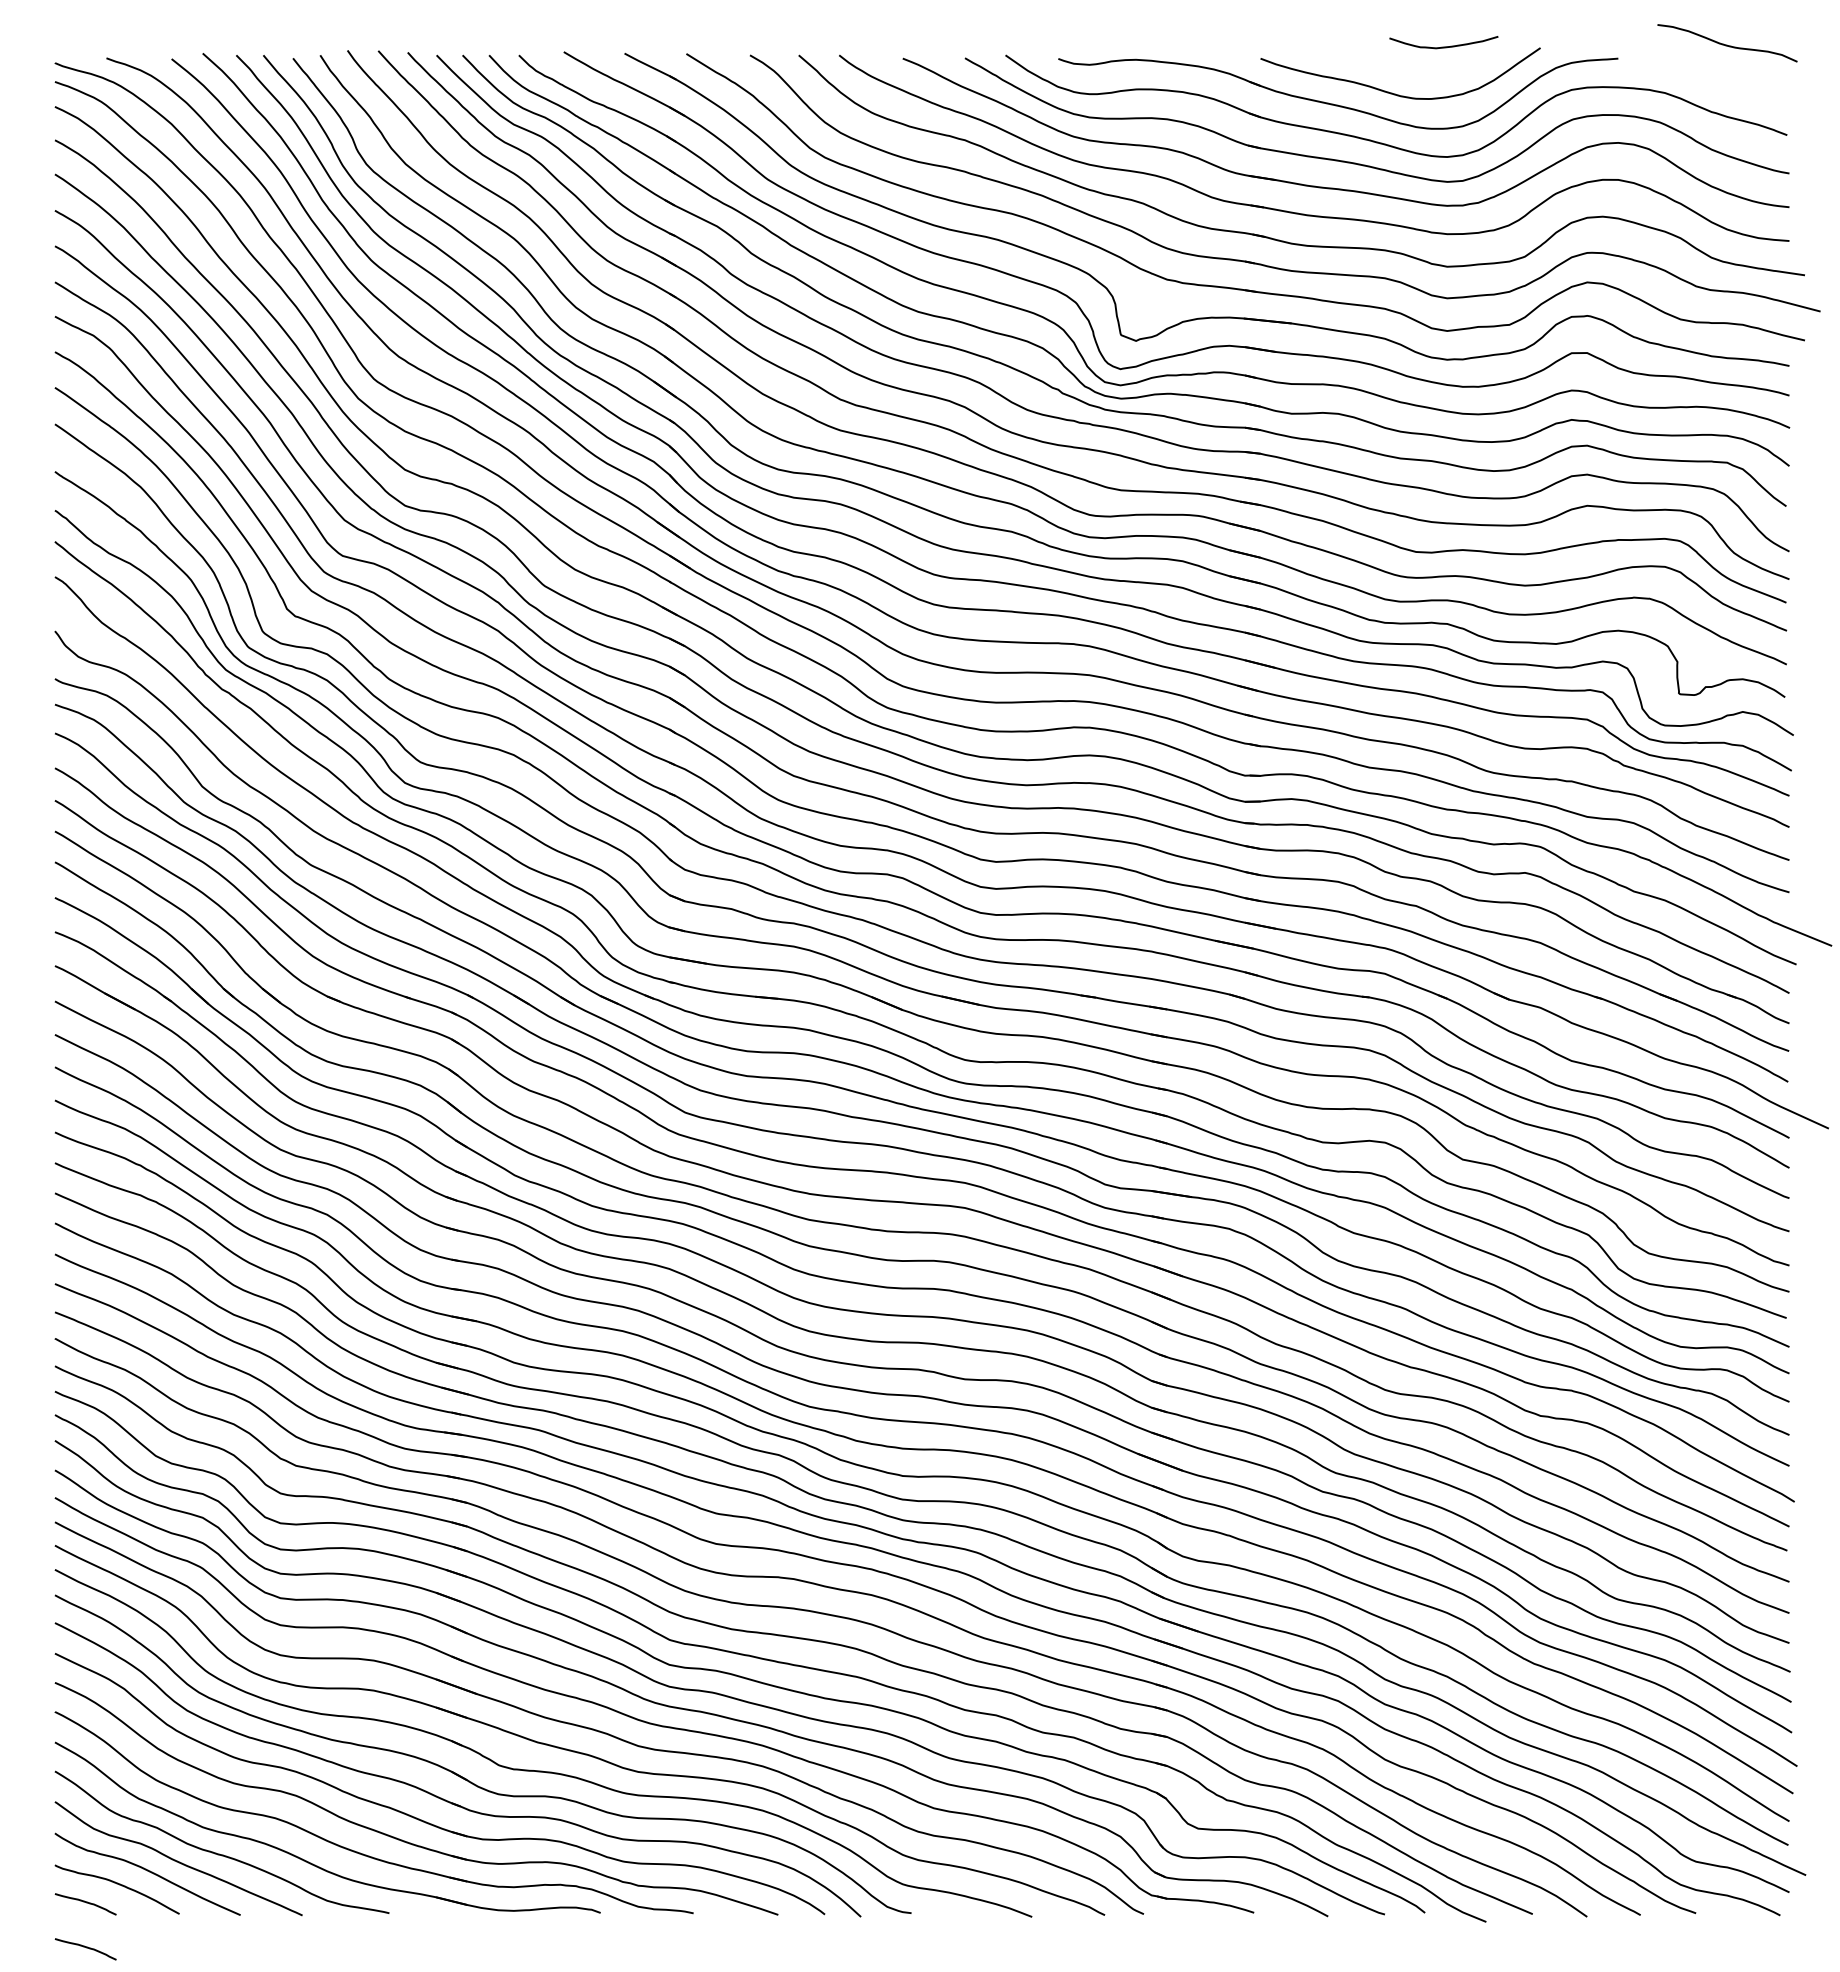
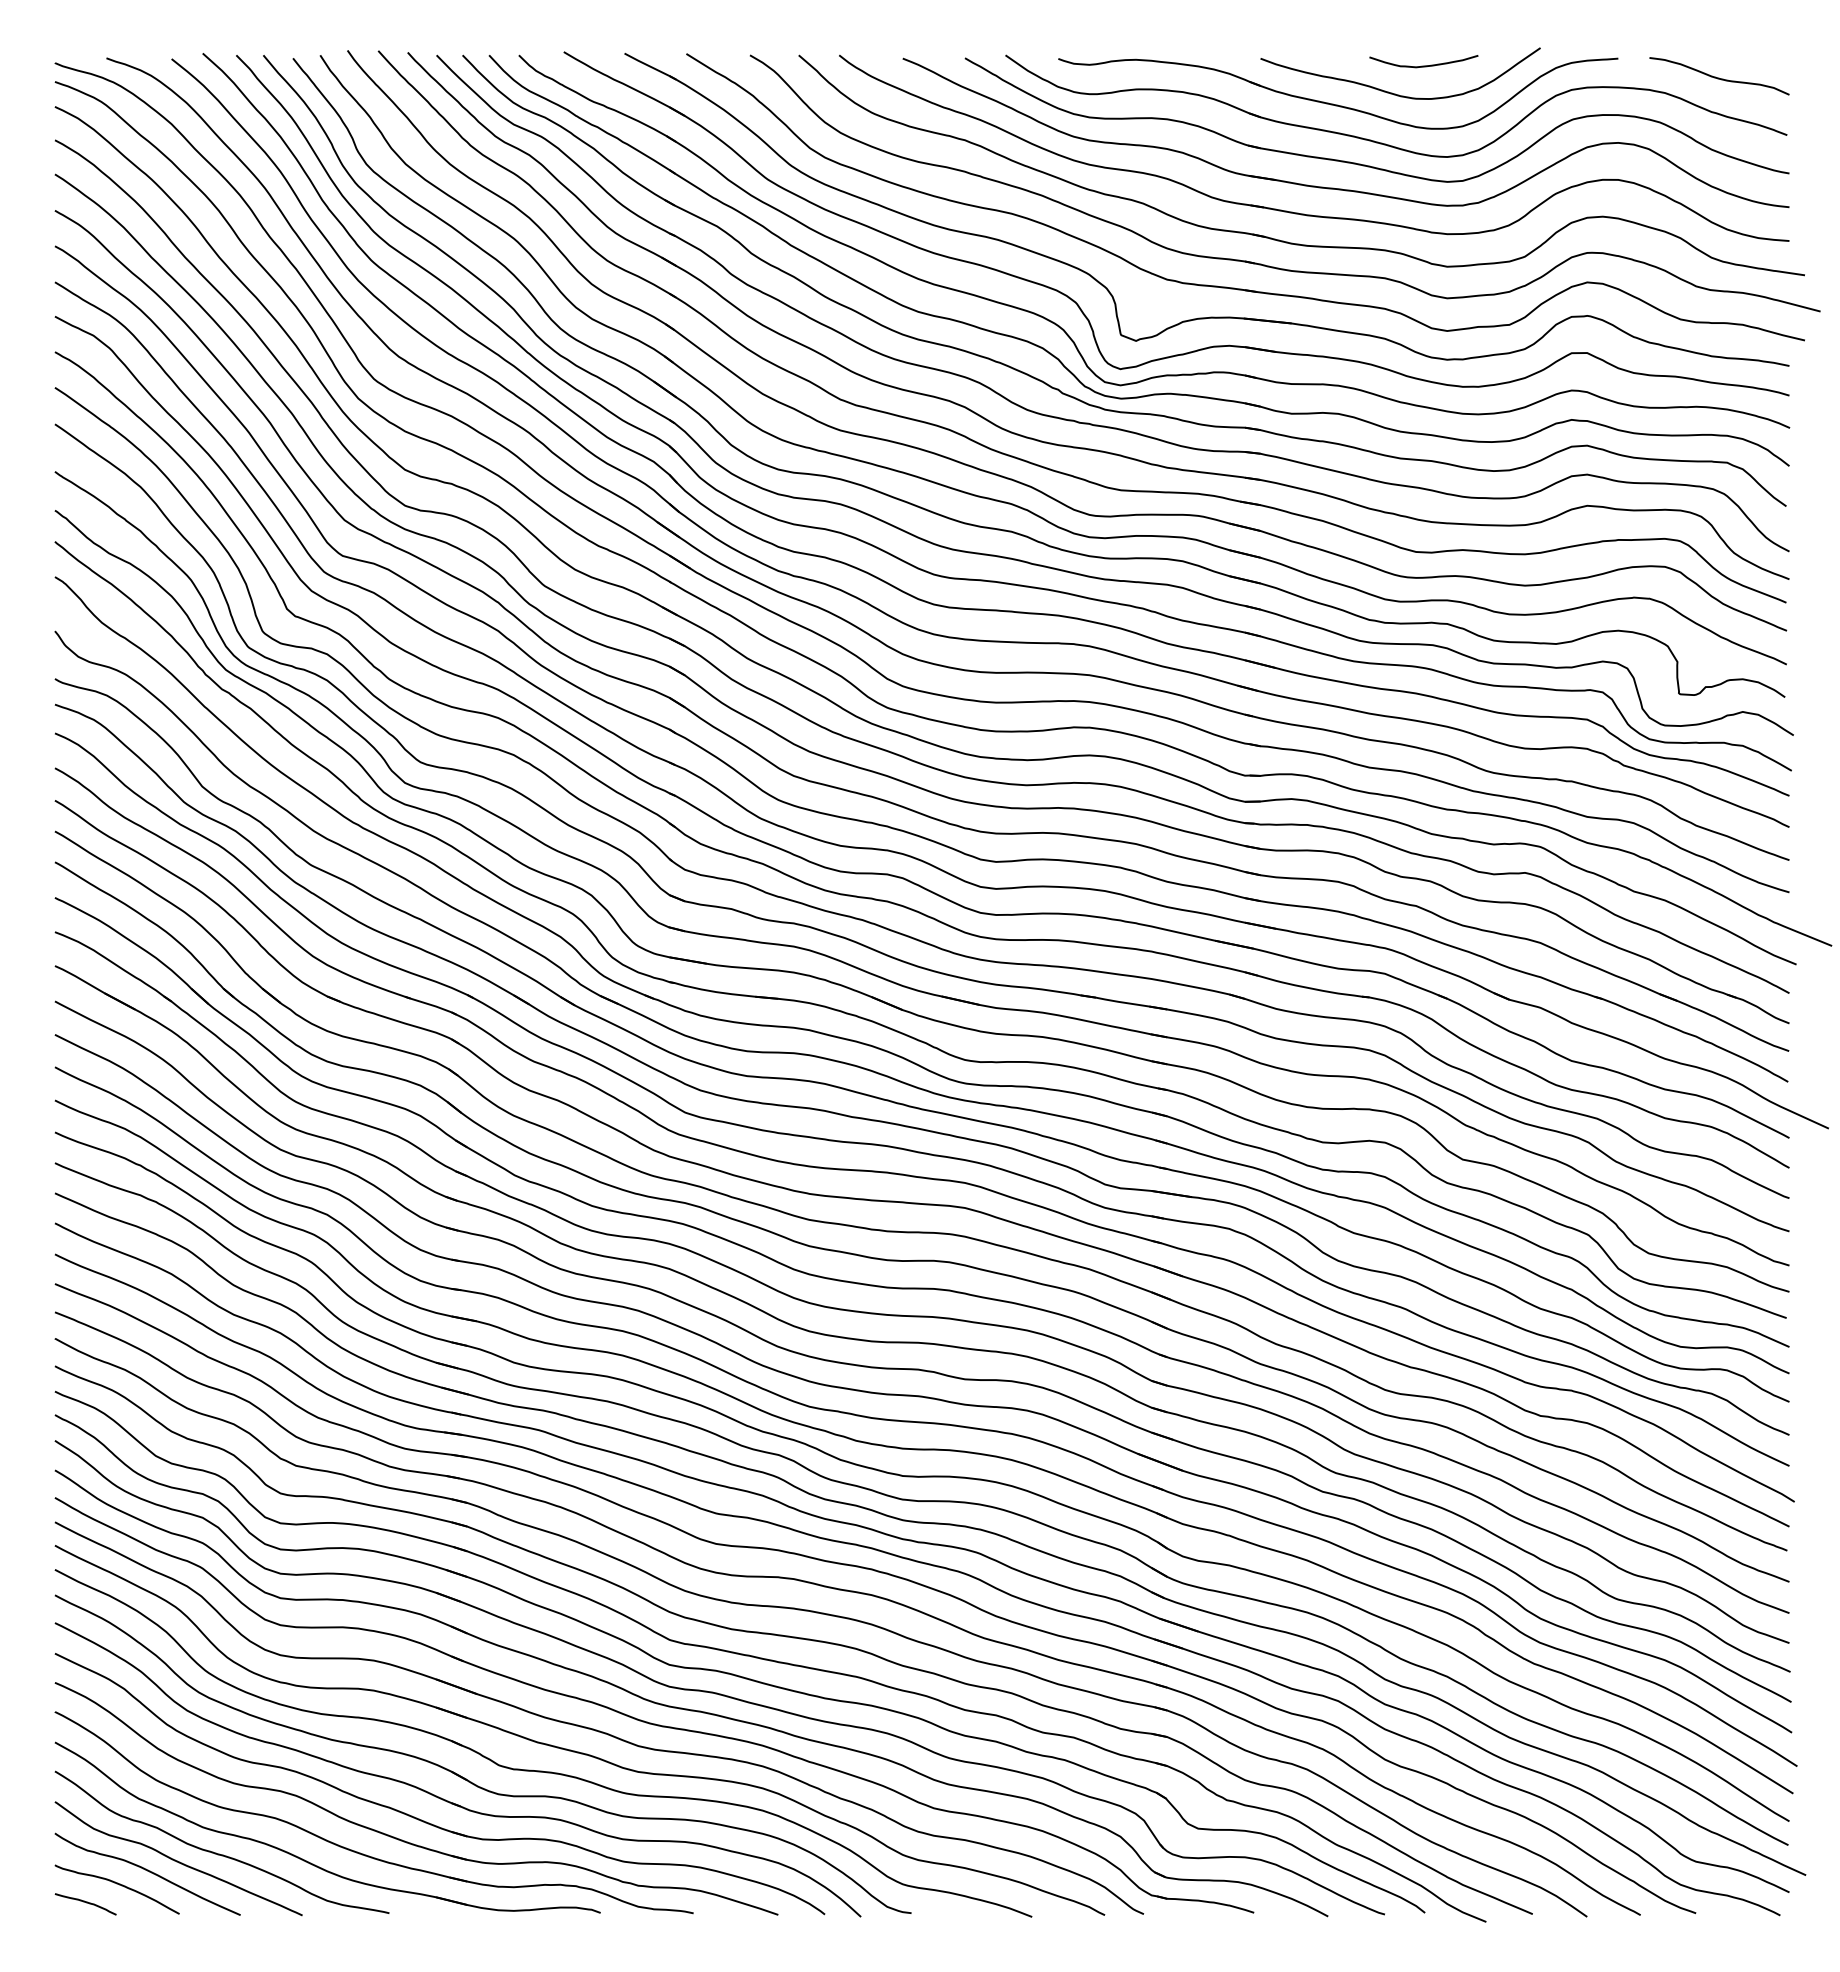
curve at (1727, 44) position: (1727, 44) -> (1719, 77)
curve at (1443, 46) position: (1443, 46) -> (1423, 65)
curve at (86, 1948): present -> none
